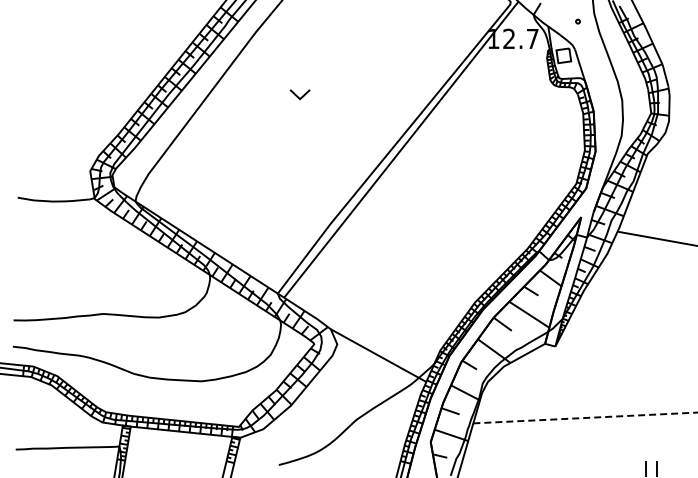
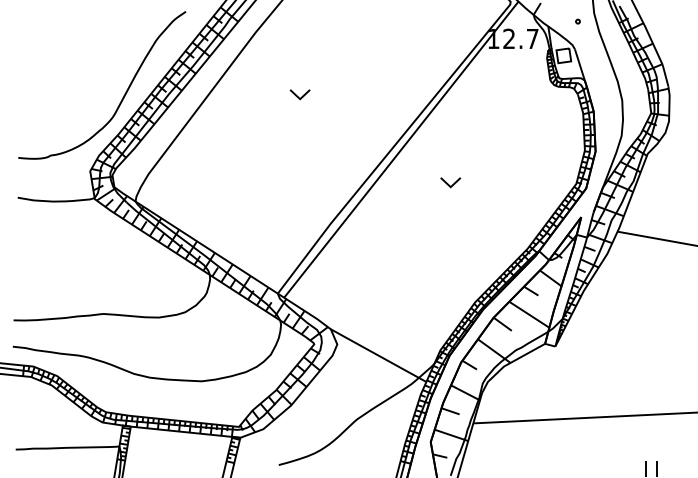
curve at (123, 95): none -> present
part at (450, 182): none -> present
line at (586, 417): dashed -> solid
